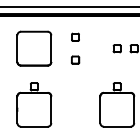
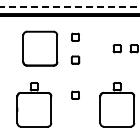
line at (69, 6): solid -> dashed
part at (34, 48) position: (34, 48) -> (40, 48)
part at (75, 94): none -> present
